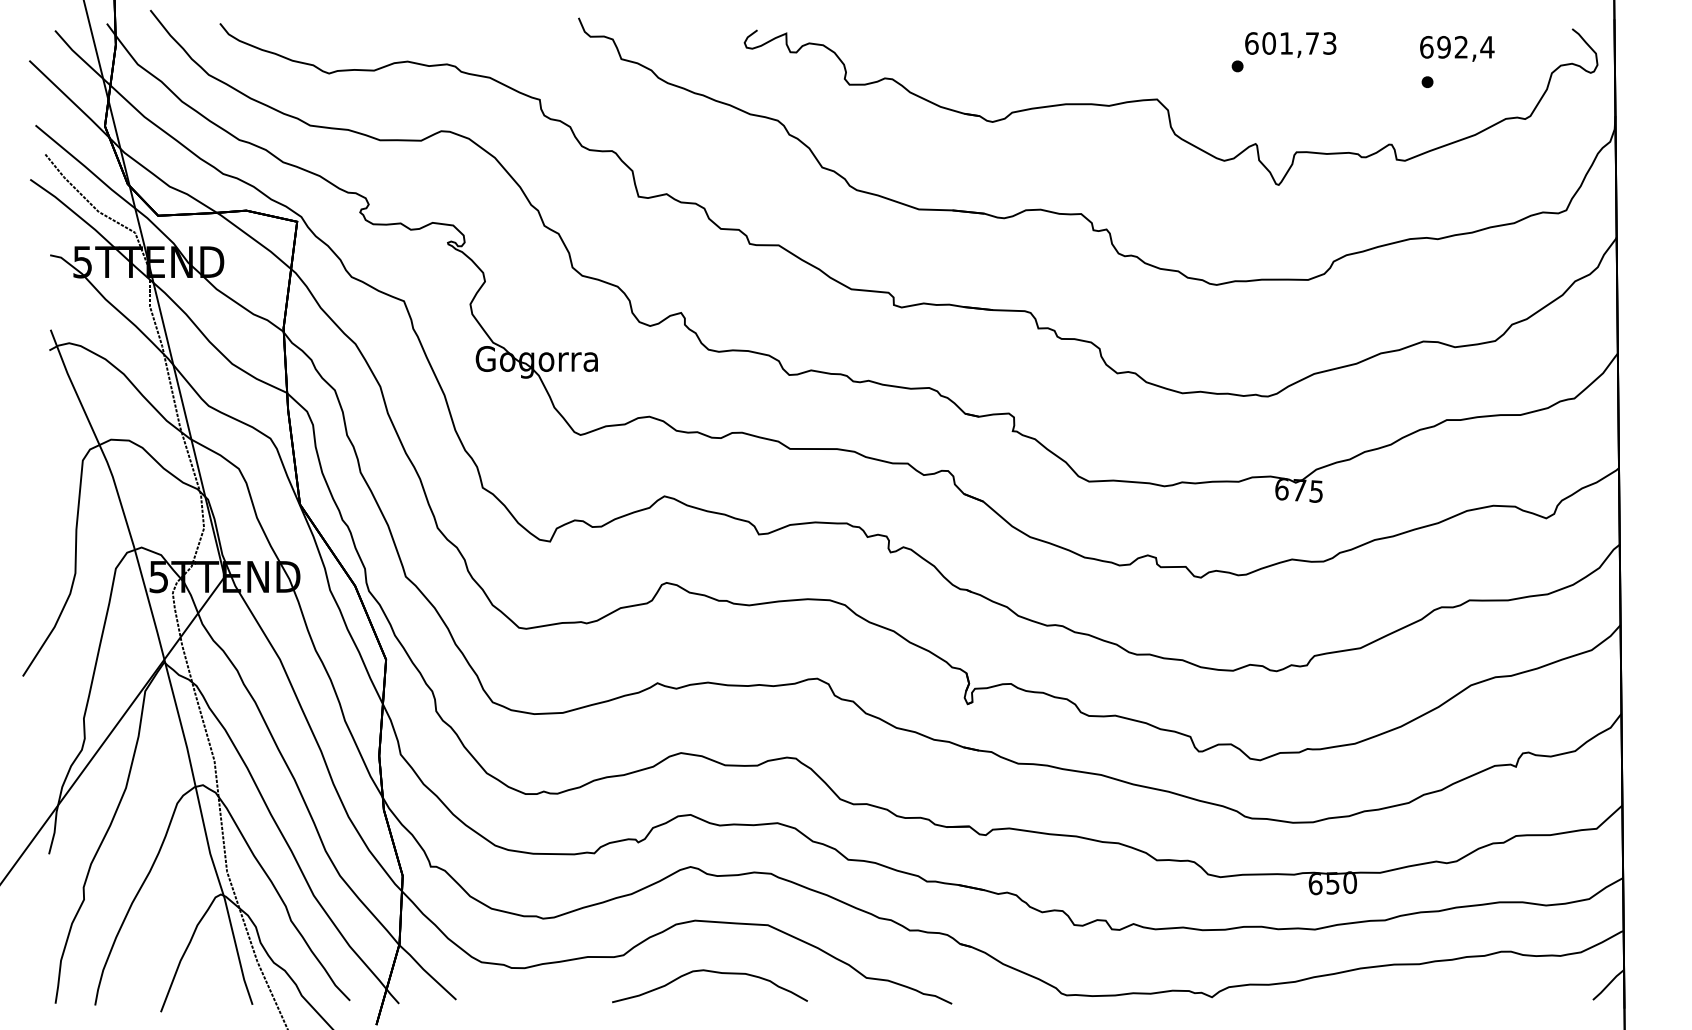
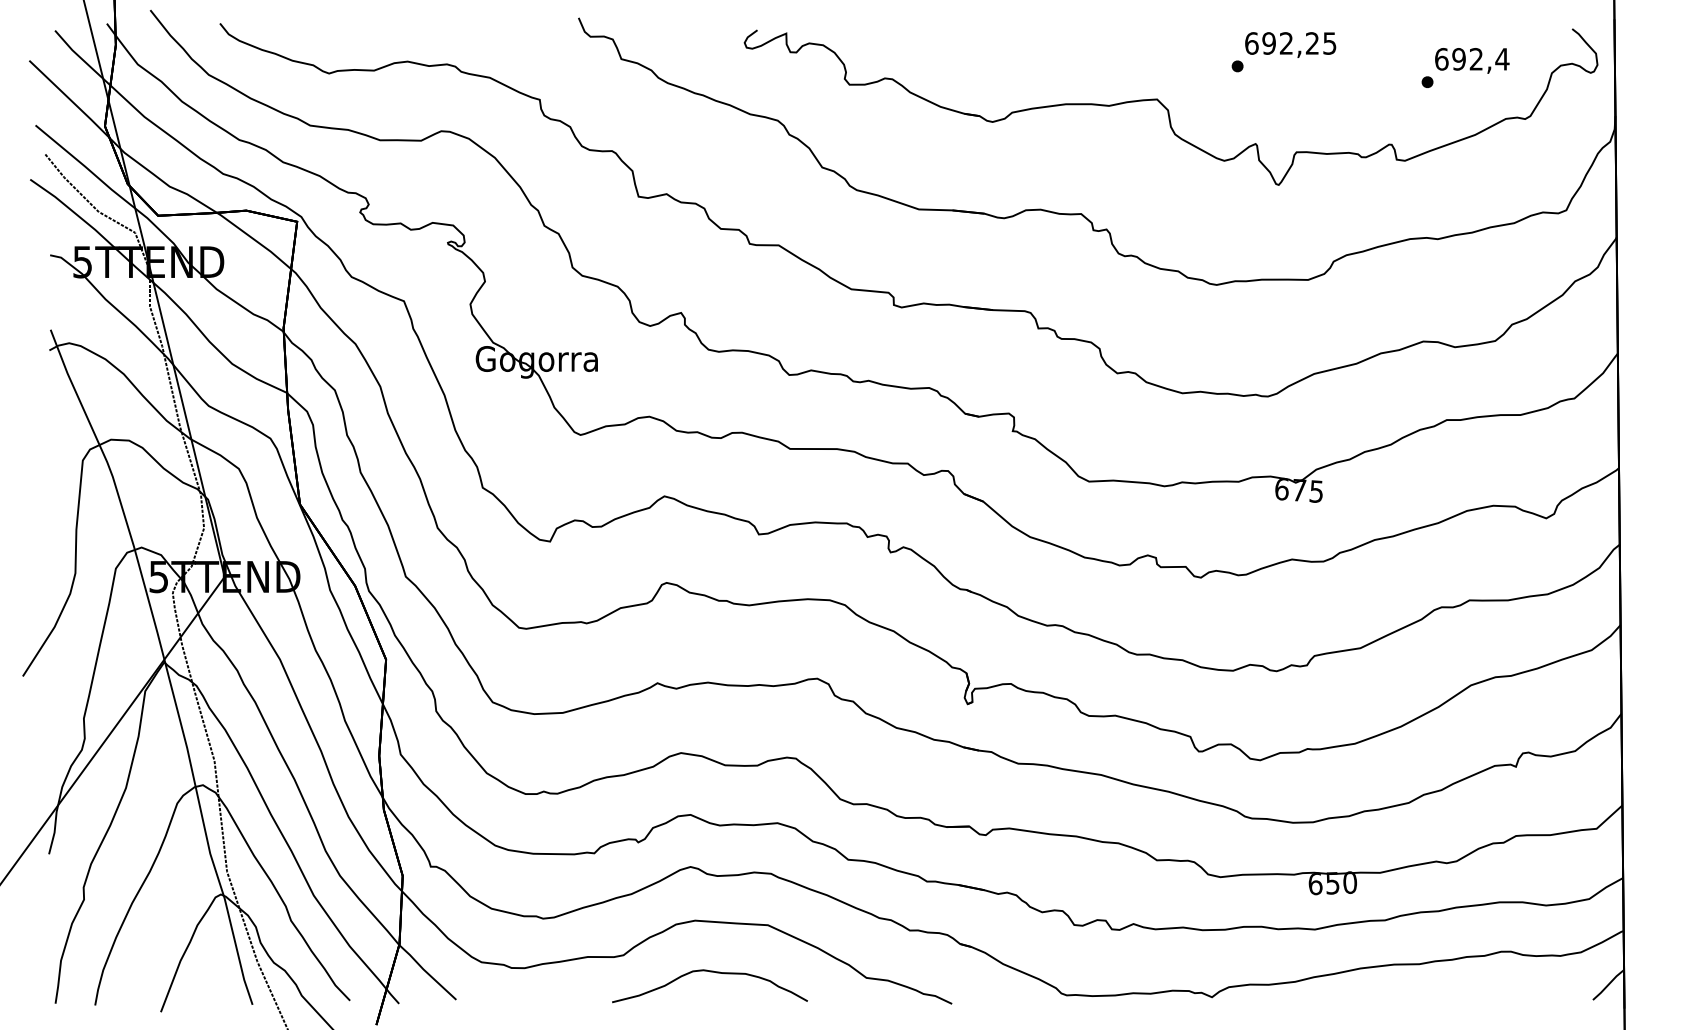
text at (1299, 43): 601,73 -> 692,25
text at (1457, 48) position: (1457, 48) -> (1472, 60)
